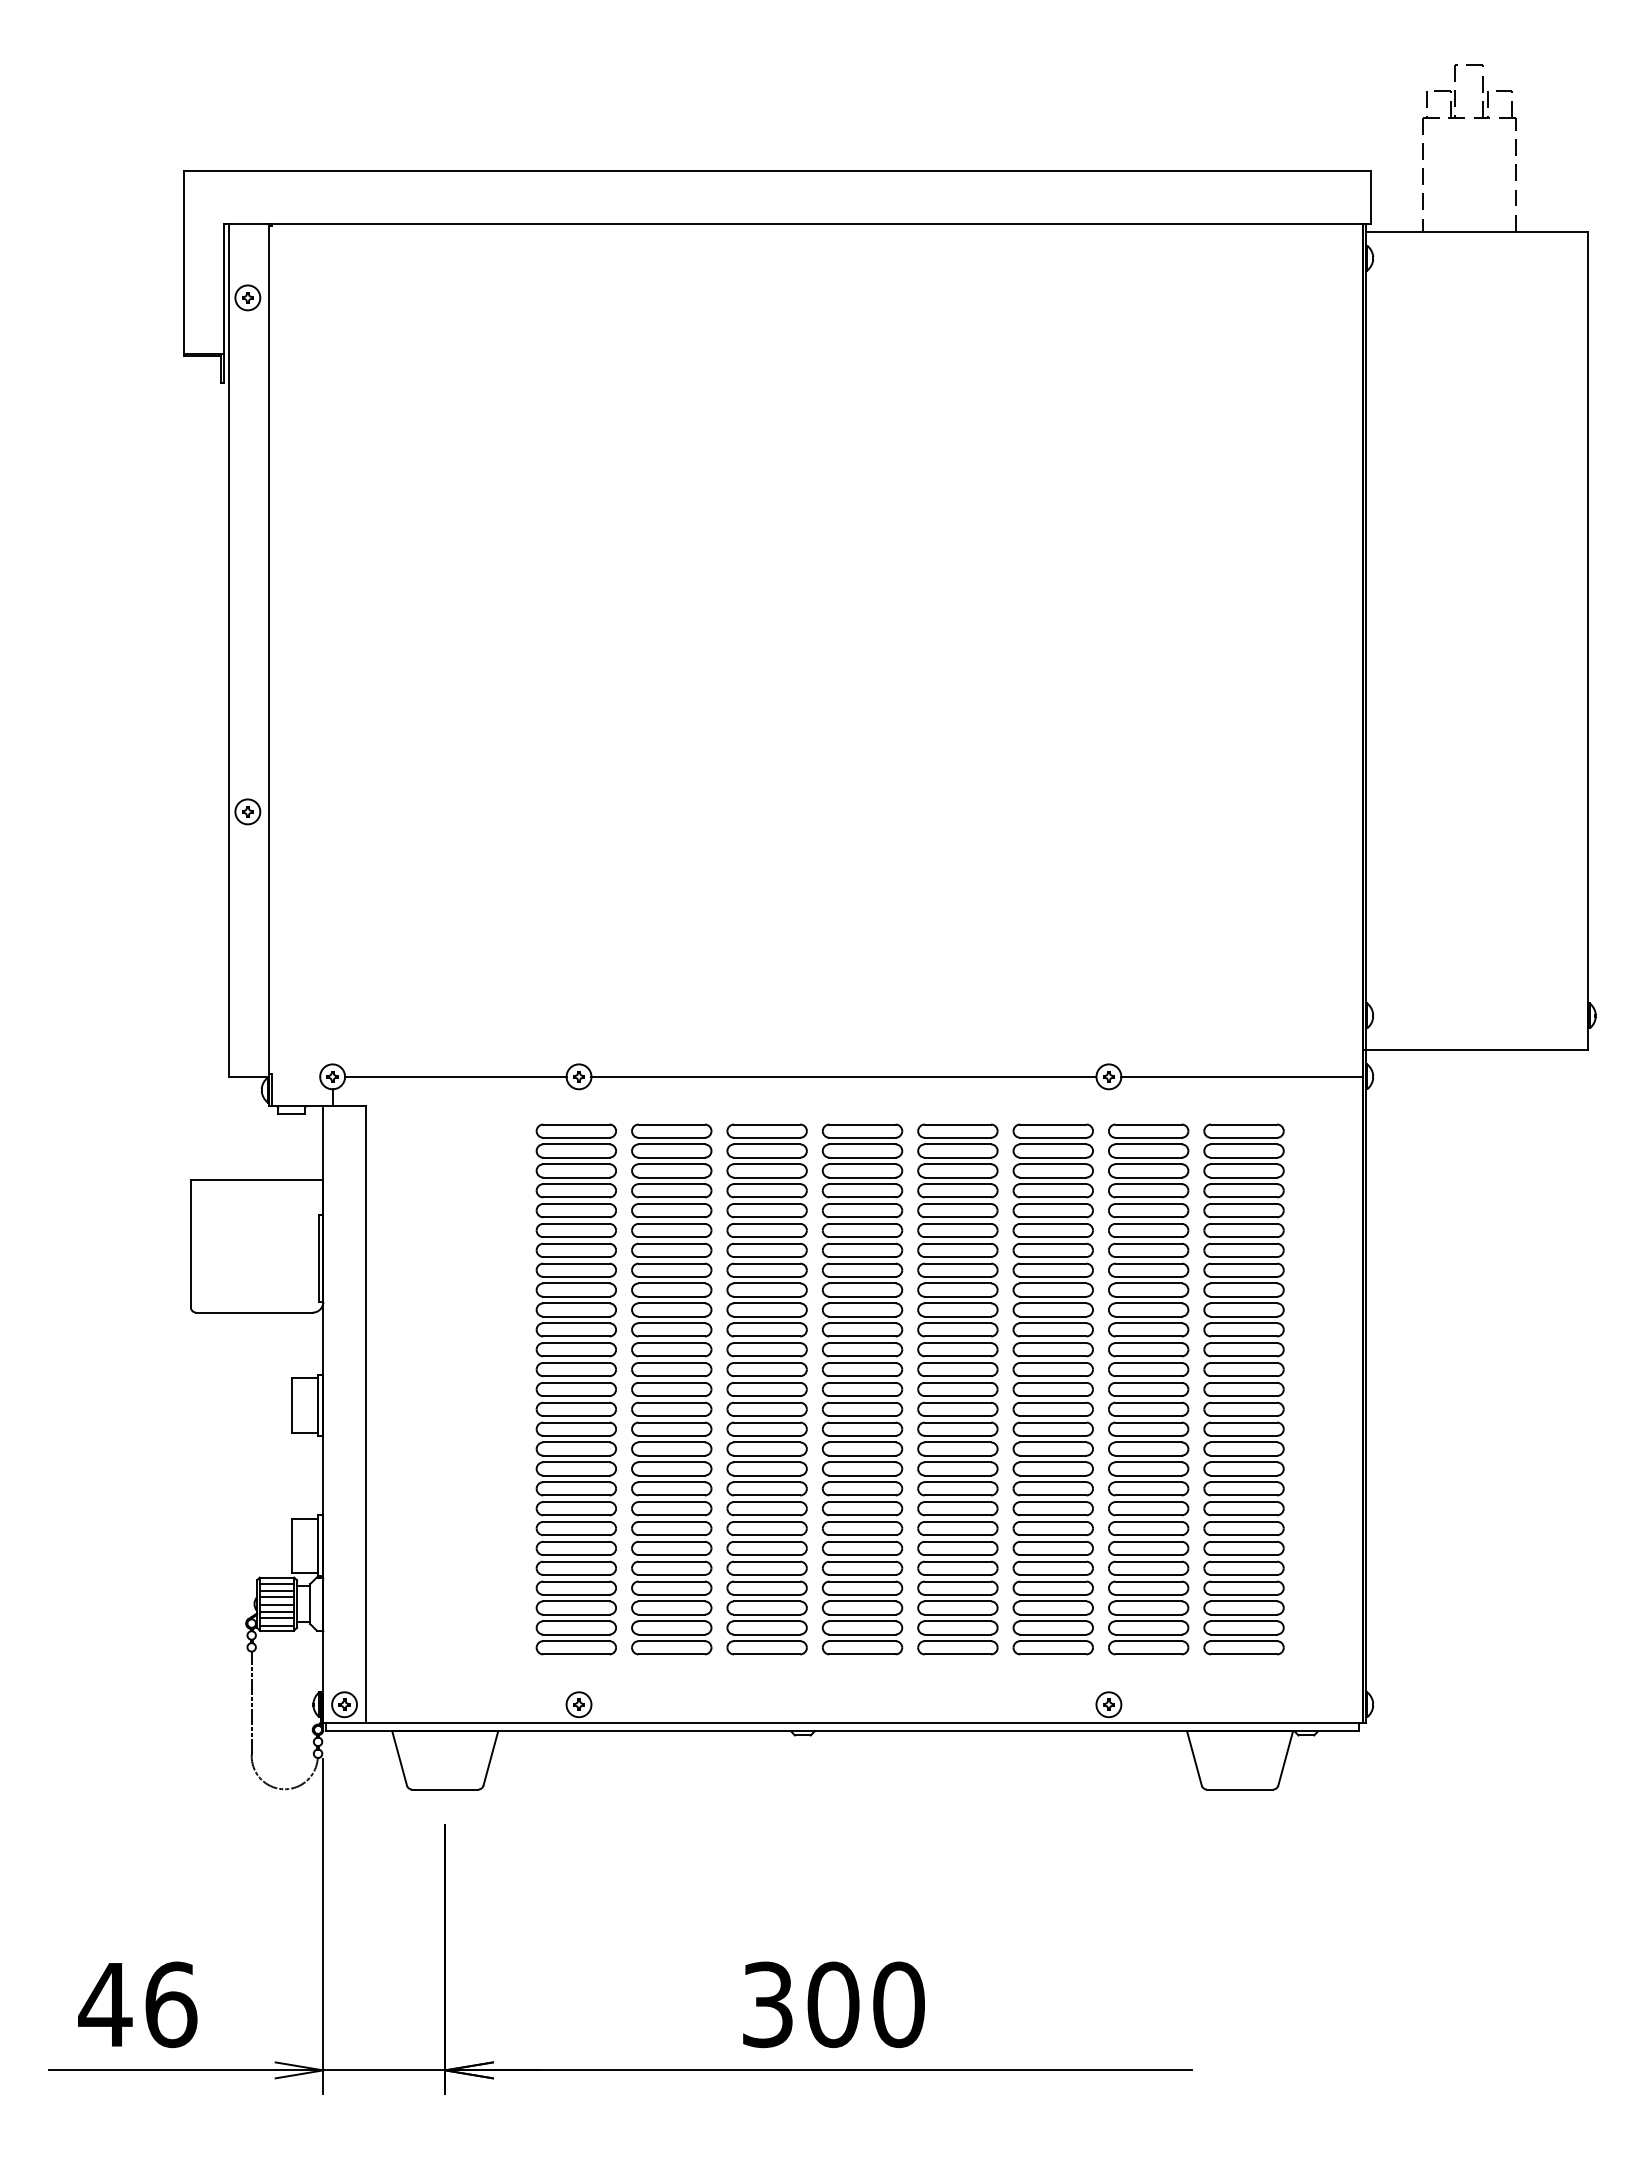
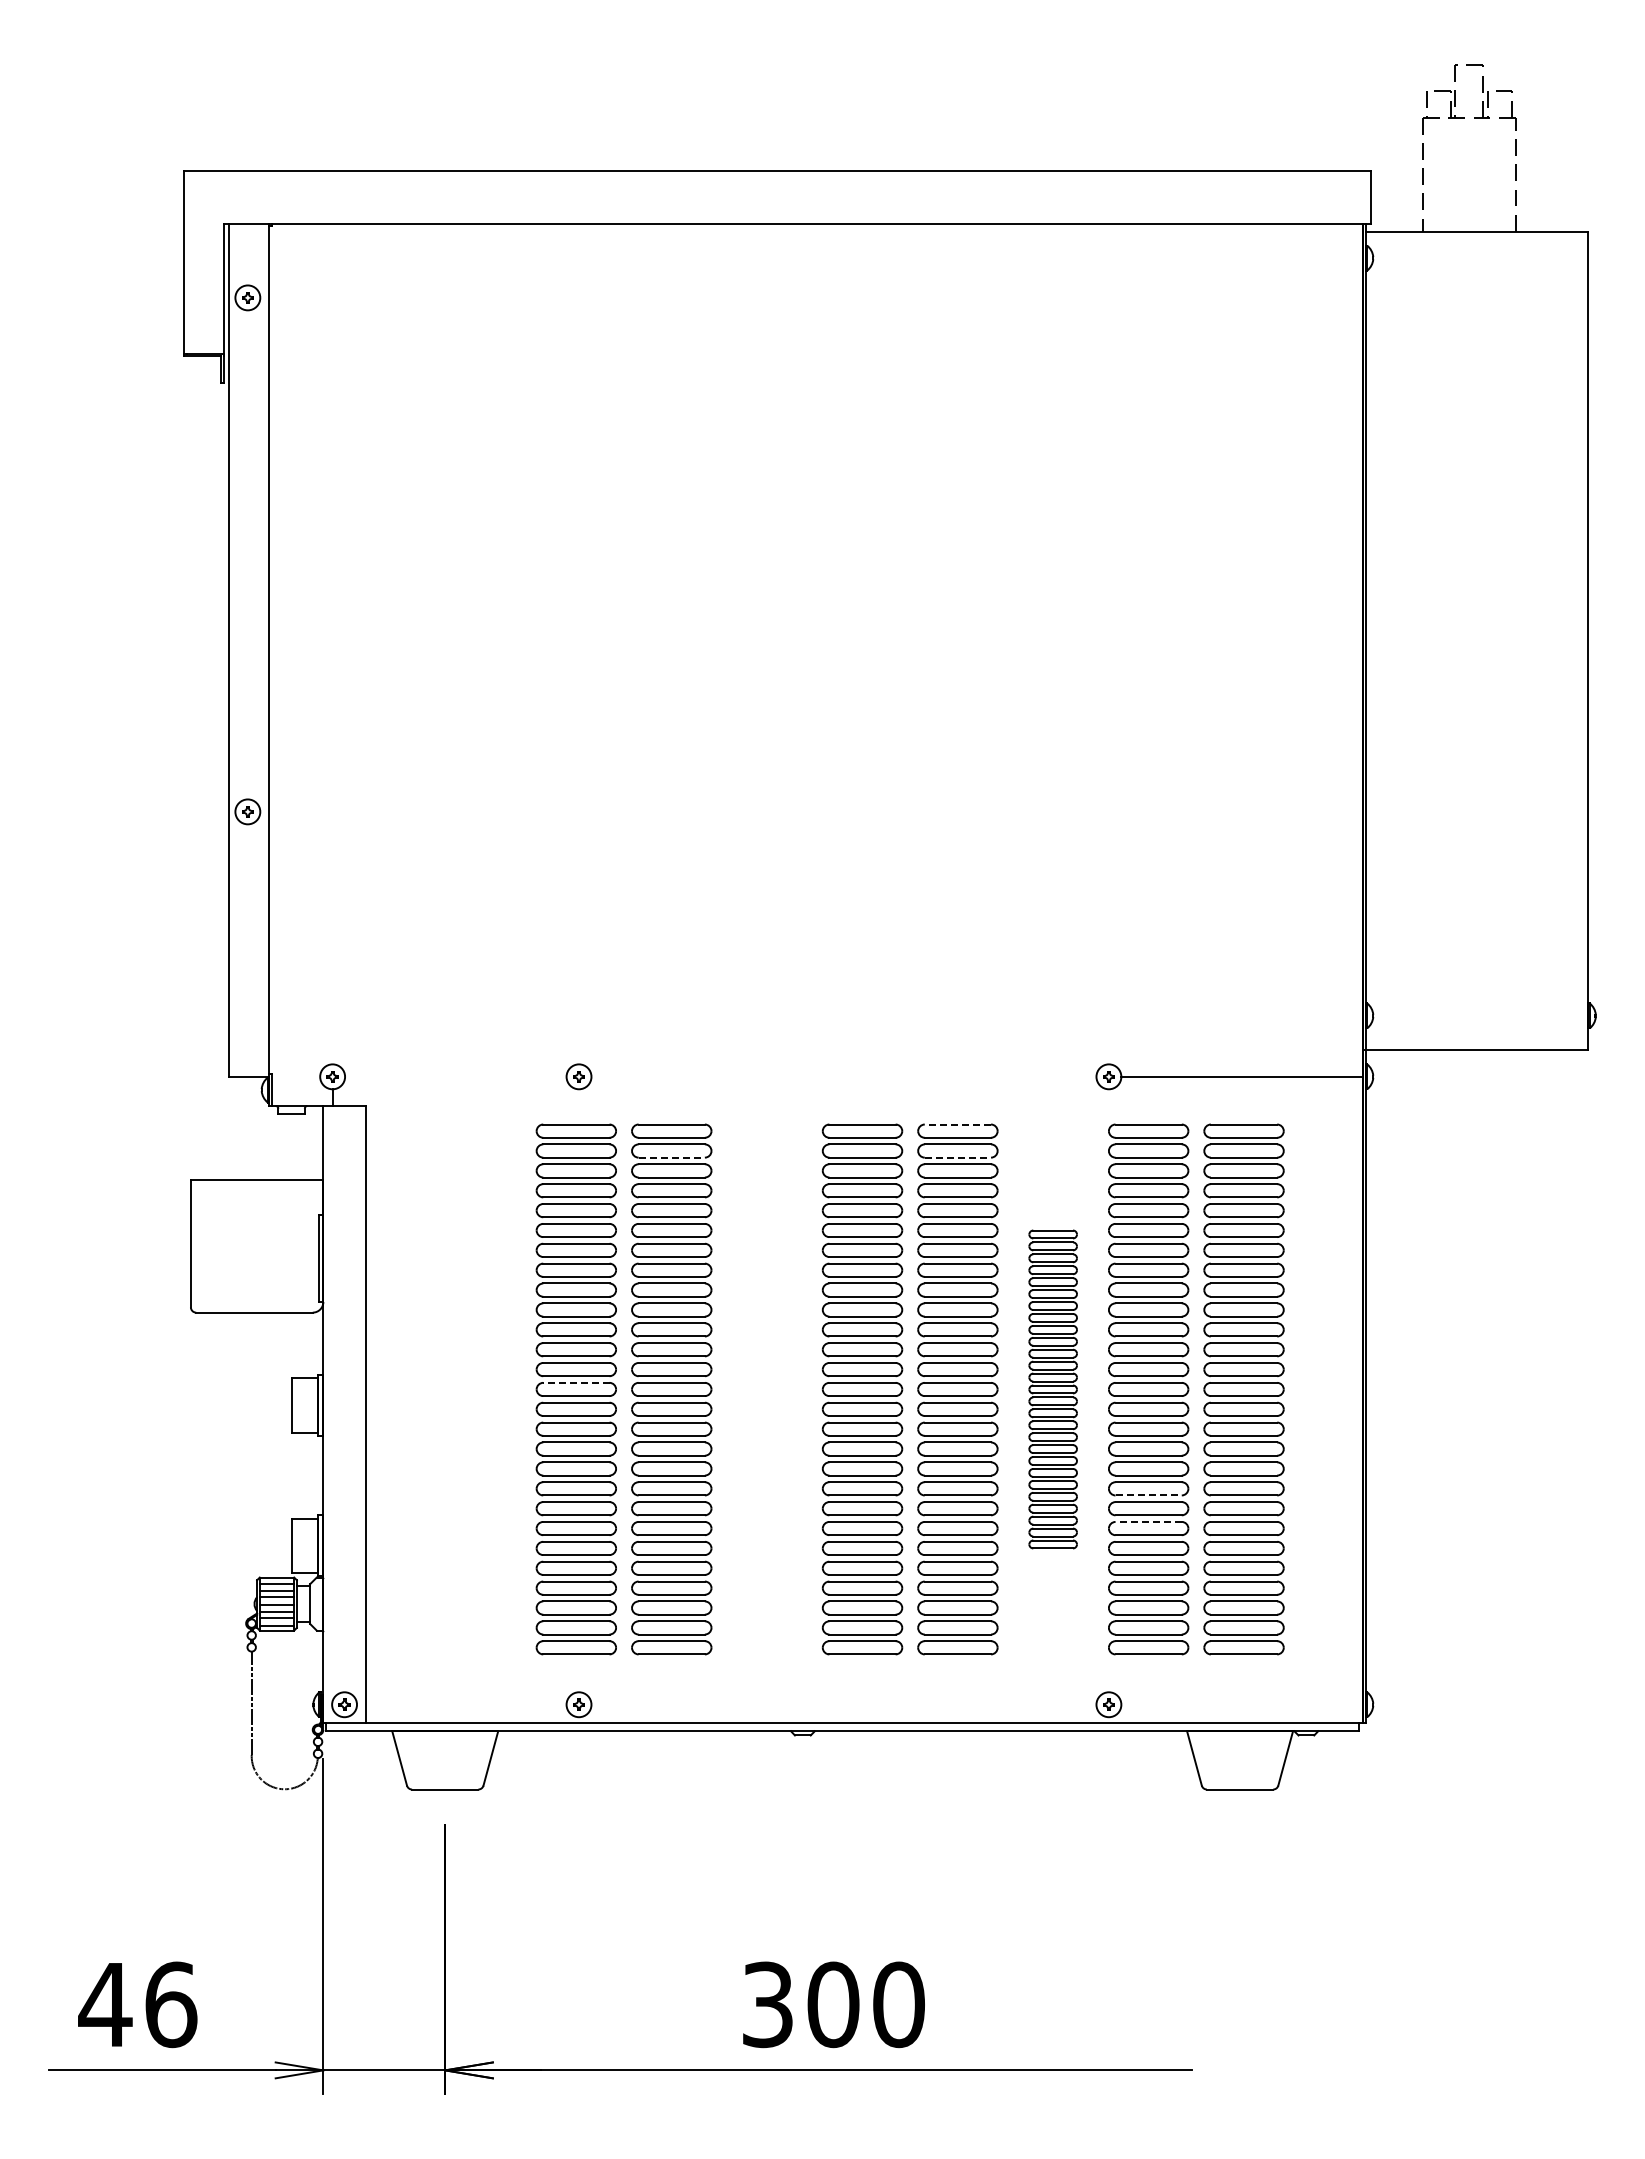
line at (455, 1076): present -> none
line at (843, 1076): present -> none
line at (957, 1124): solid -> dashed
line at (672, 1157): solid -> dashed
line at (958, 1157): solid -> dashed
line at (575, 1382): solid -> dashed
part at (766, 1389): present -> none
part at (1052, 1389) size: 82x533 px -> 50x321 px
line at (1149, 1495): solid -> dashed
line at (1148, 1521): solid -> dashed
